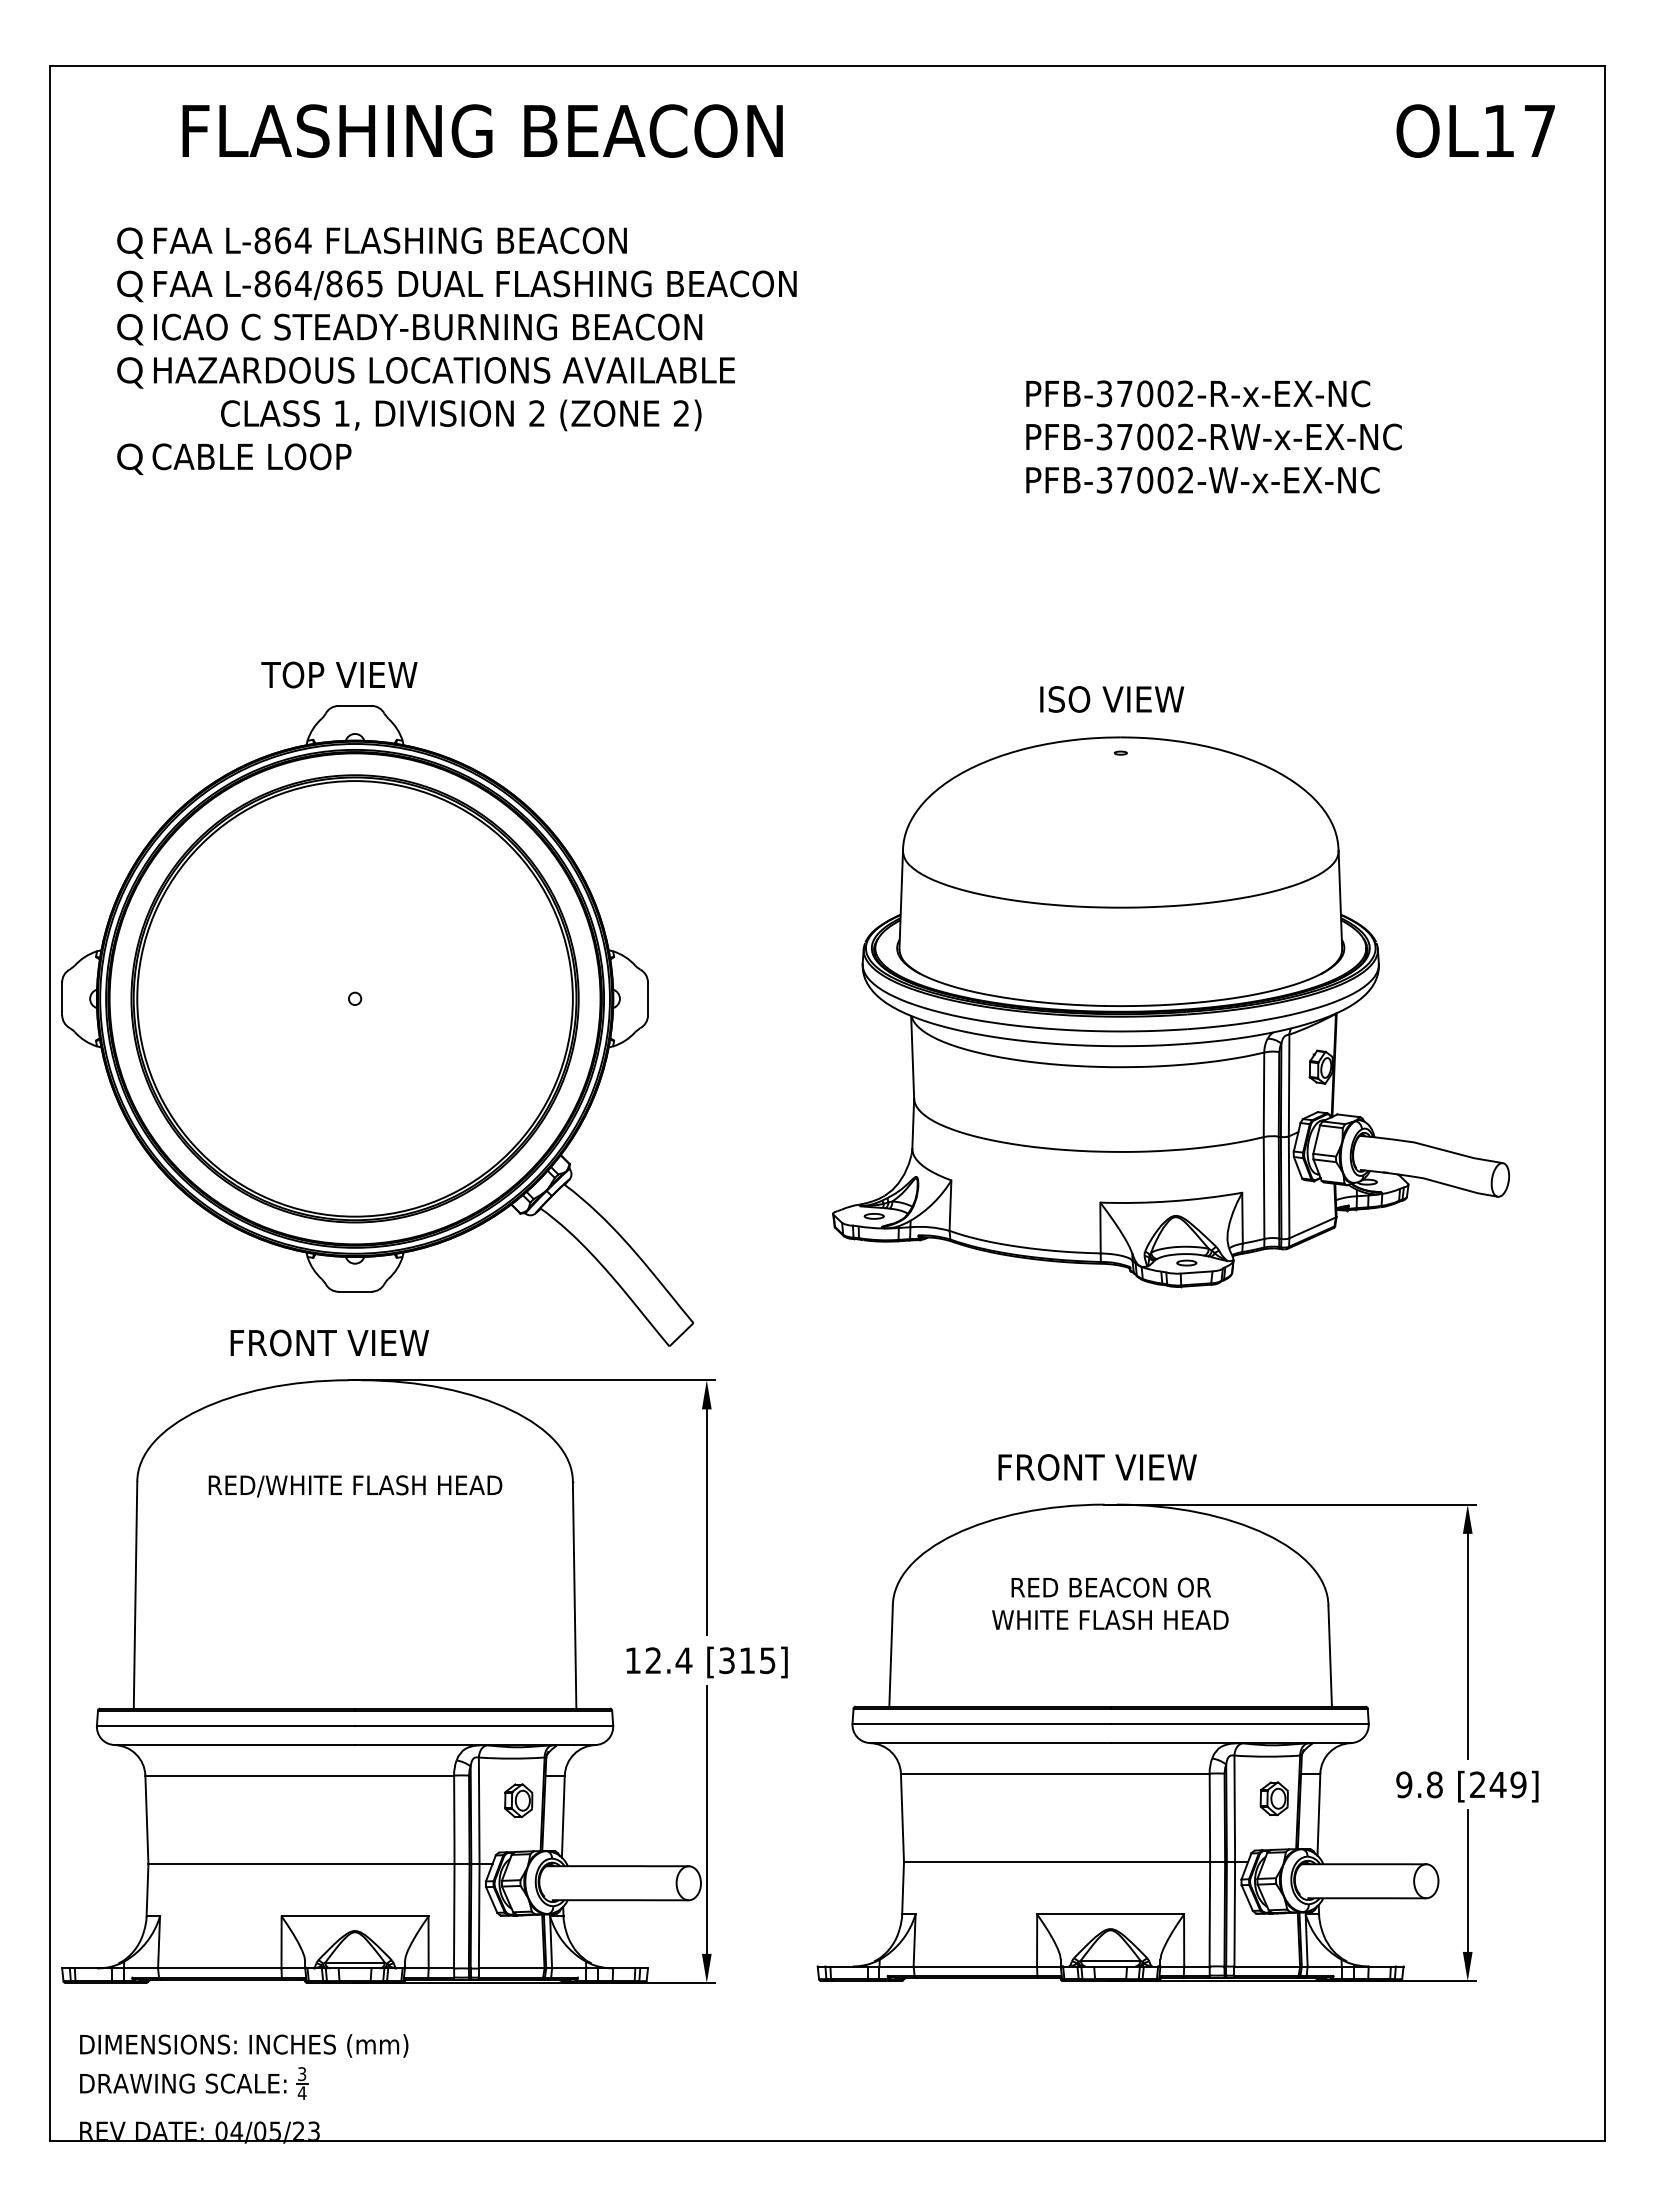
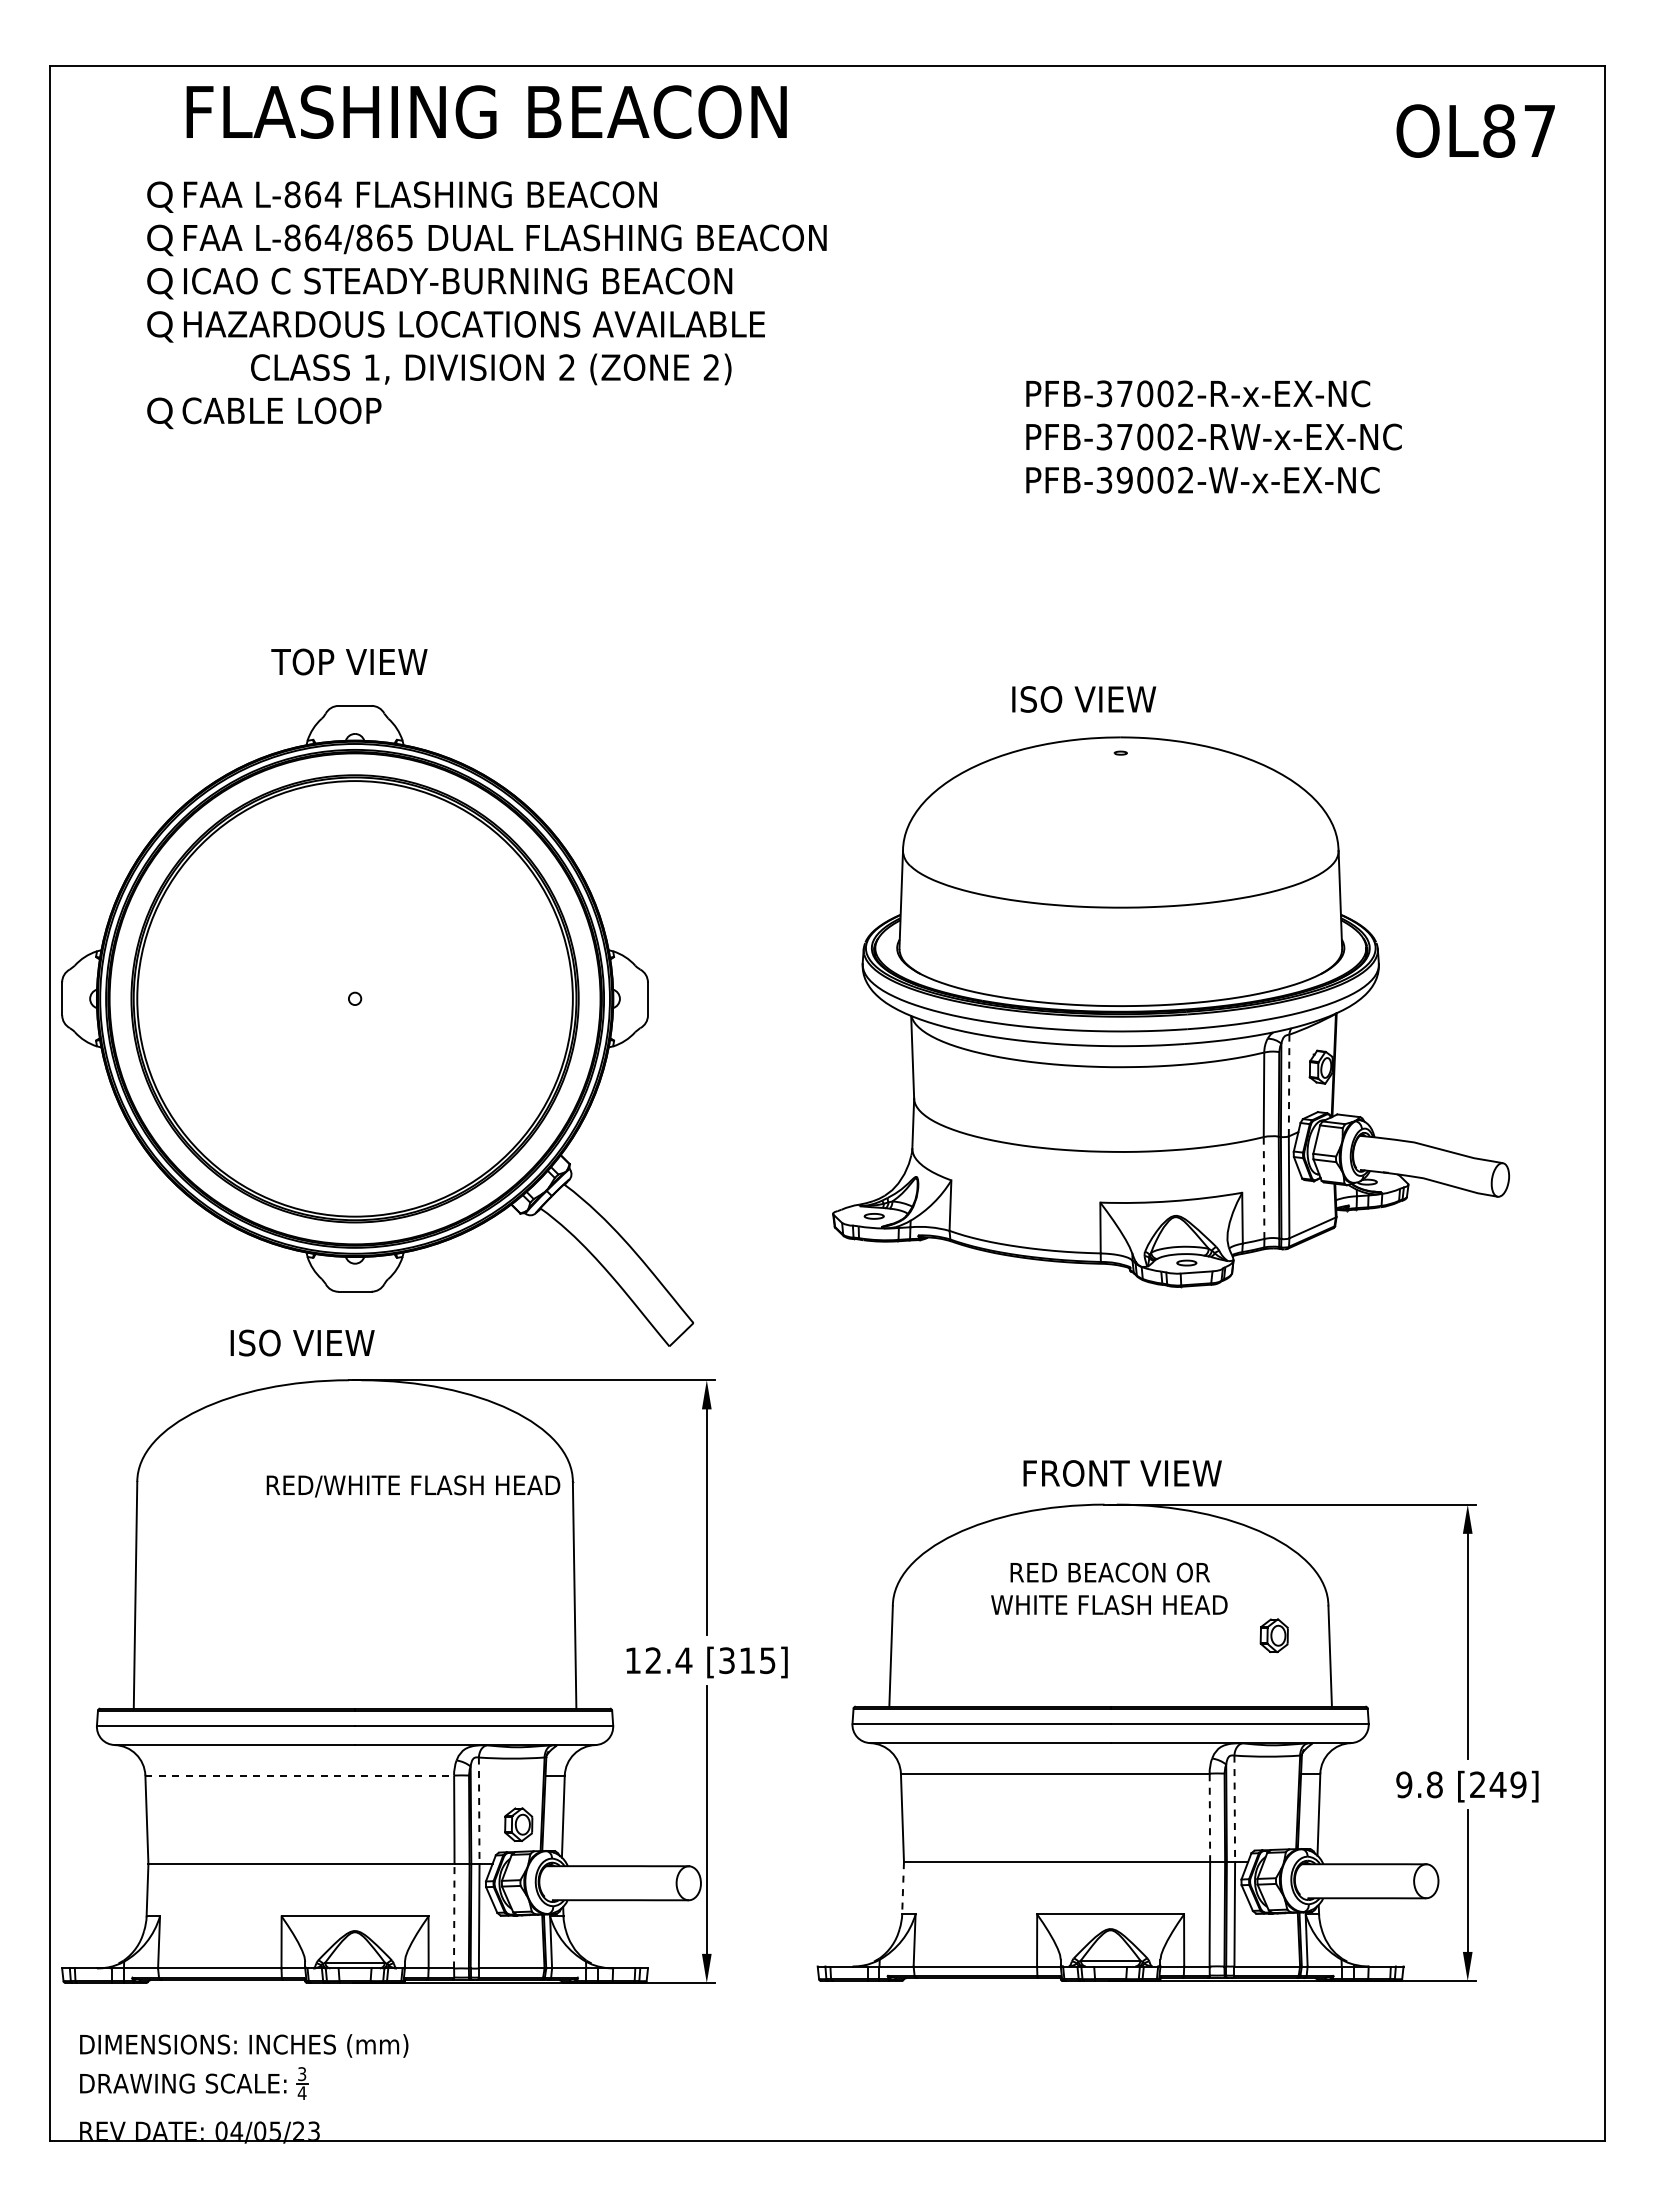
text at (482, 130) position: (482, 130) -> (486, 111)
text at (1499, 130): OL17 -> OL87
text at (456, 351) position: (456, 351) -> (486, 305)
text at (1124, 479): PFB-37002-W-x-EX-NC -> PFB-39002-W-x-EX-NC
text at (339, 674) position: (339, 674) -> (349, 661)
text at (1112, 699) position: (1112, 699) -> (1084, 699)
line at (1289, 1085): solid -> dashed
line at (1264, 1188): solid -> dashed
text at (330, 1342): FRONT VIEW -> ISO VIEW
text at (1097, 1467) position: (1097, 1467) -> (1122, 1473)
text at (355, 1486) position: (355, 1486) -> (413, 1486)
text at (1110, 1603) position: (1110, 1603) -> (1109, 1588)
line at (300, 1775): solid -> dashed
part at (1273, 1798) position: (1273, 1798) -> (1273, 1635)
part at (518, 1800) position: (518, 1800) -> (518, 1824)
line at (1234, 1809): solid -> dashed
line at (479, 1811): solid -> dashed
line at (1209, 1818): solid -> dashed
line at (903, 1888): solid -> dashed
line at (454, 1916): solid -> dashed
